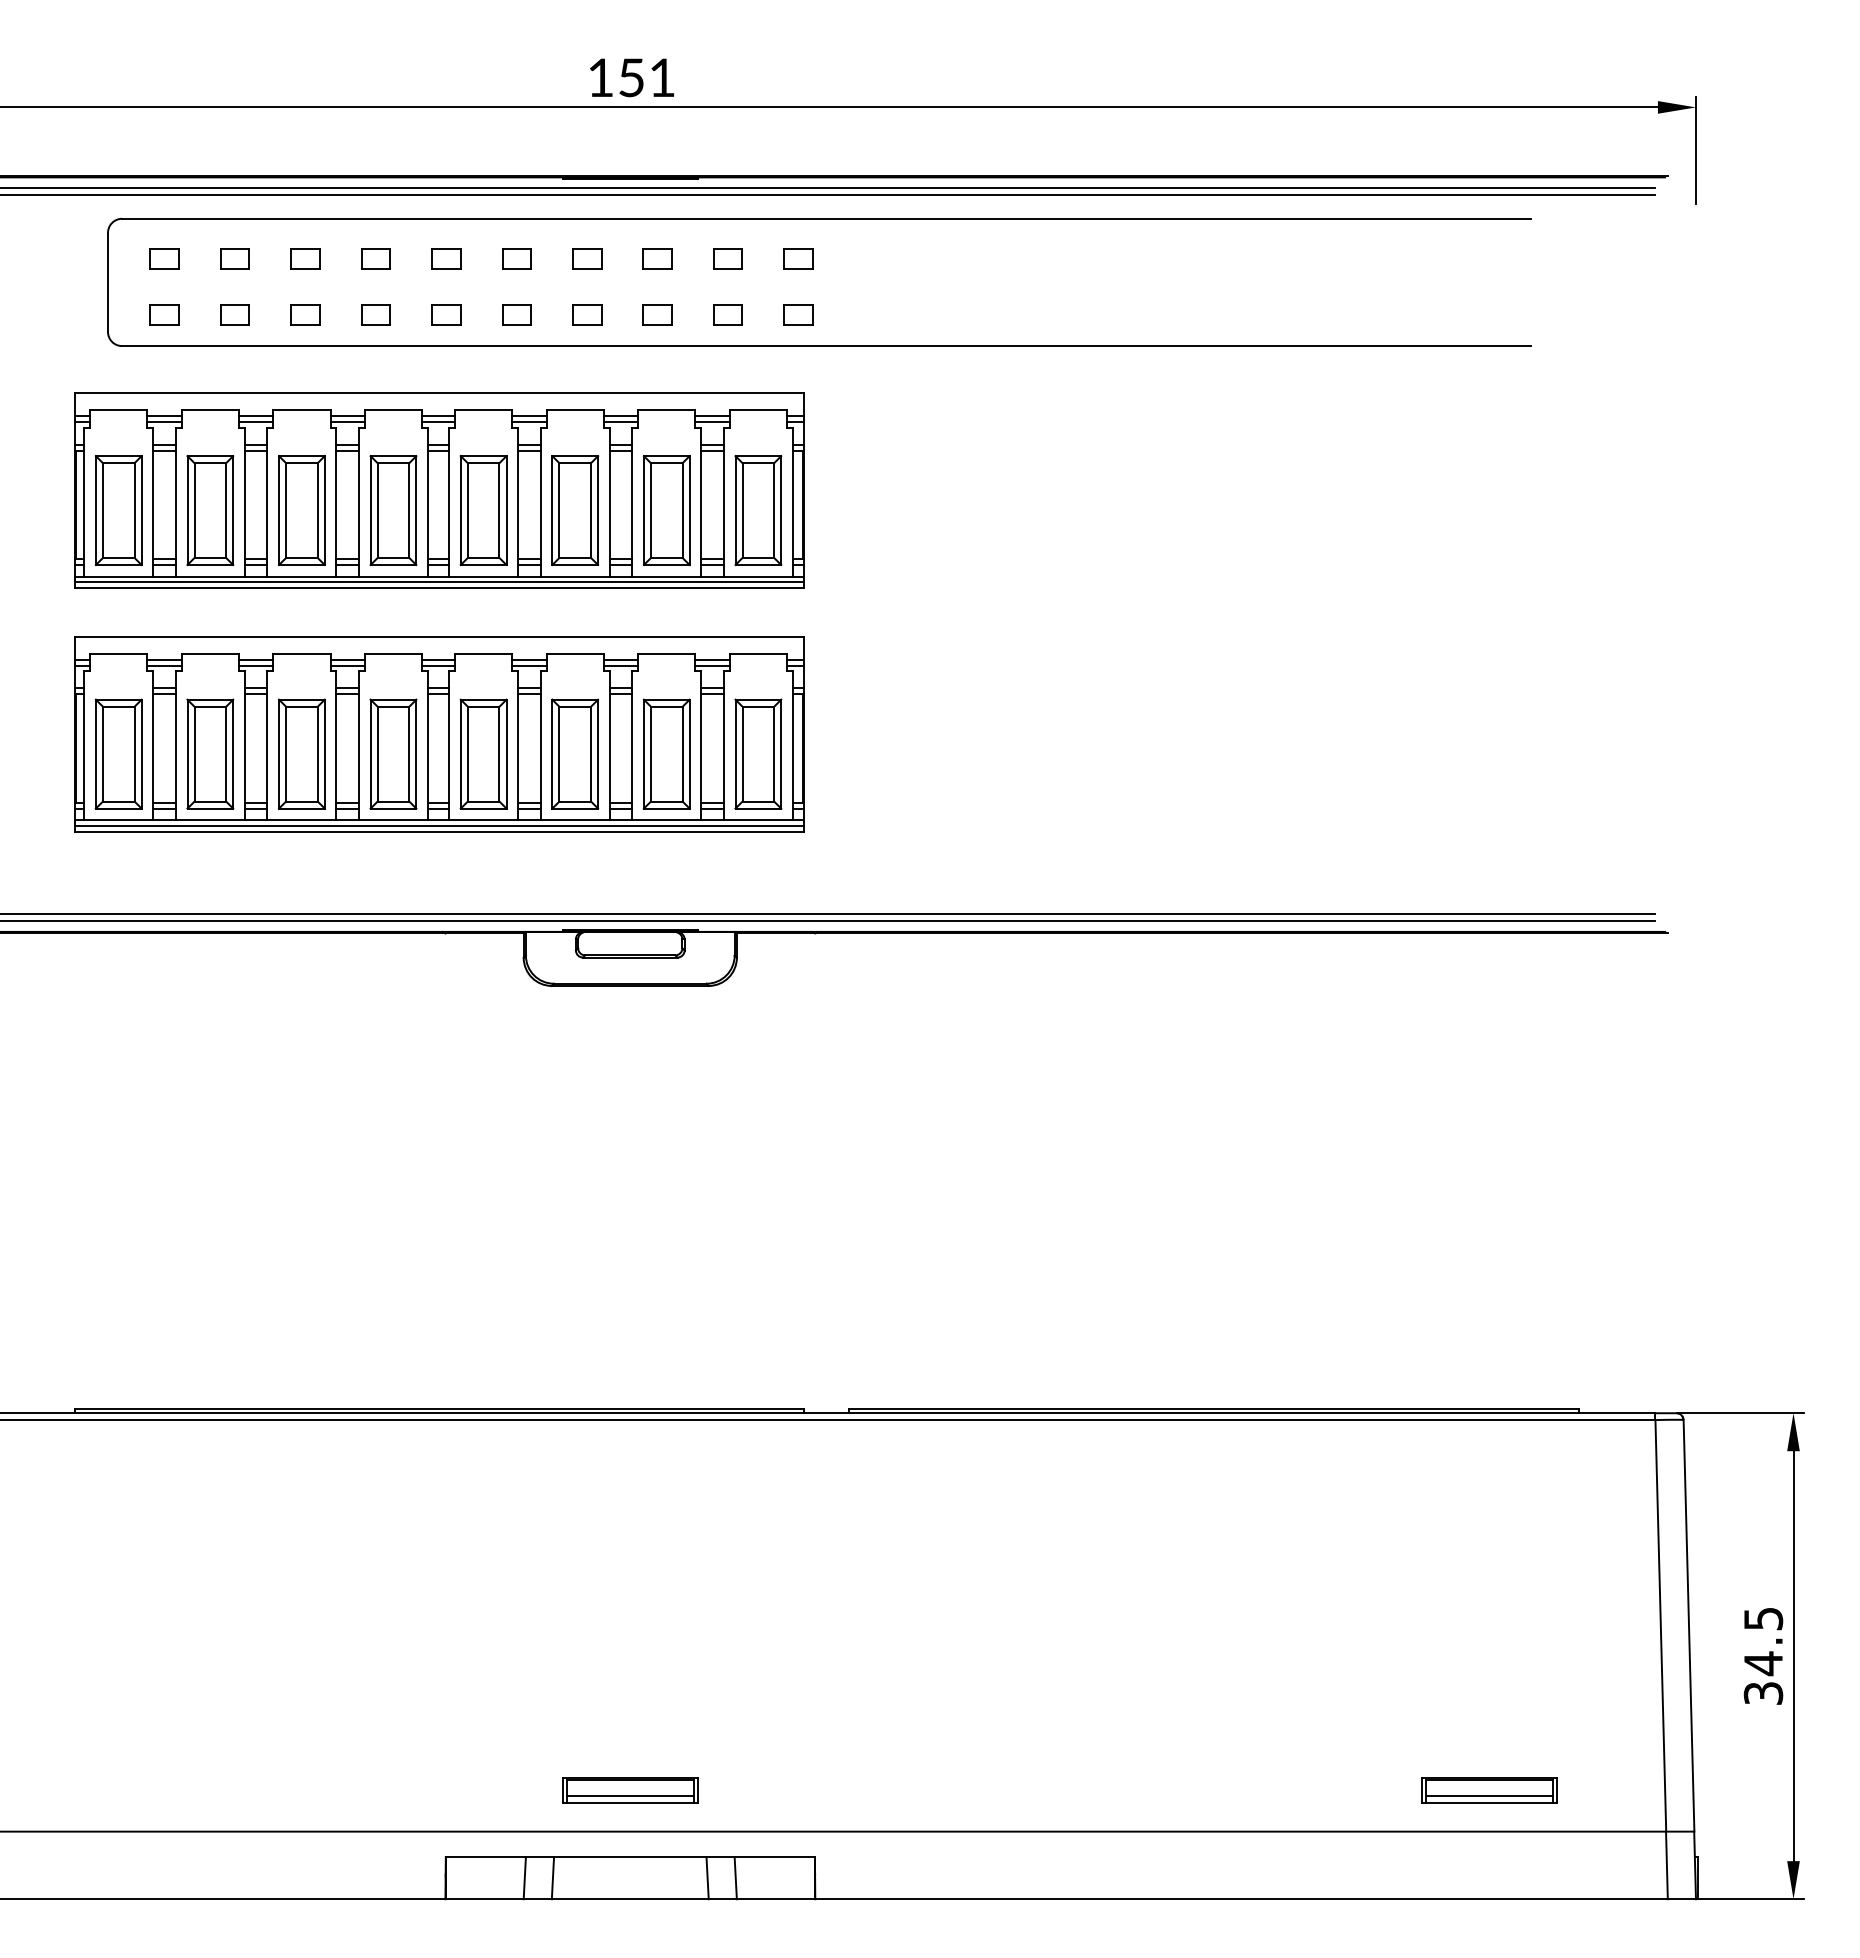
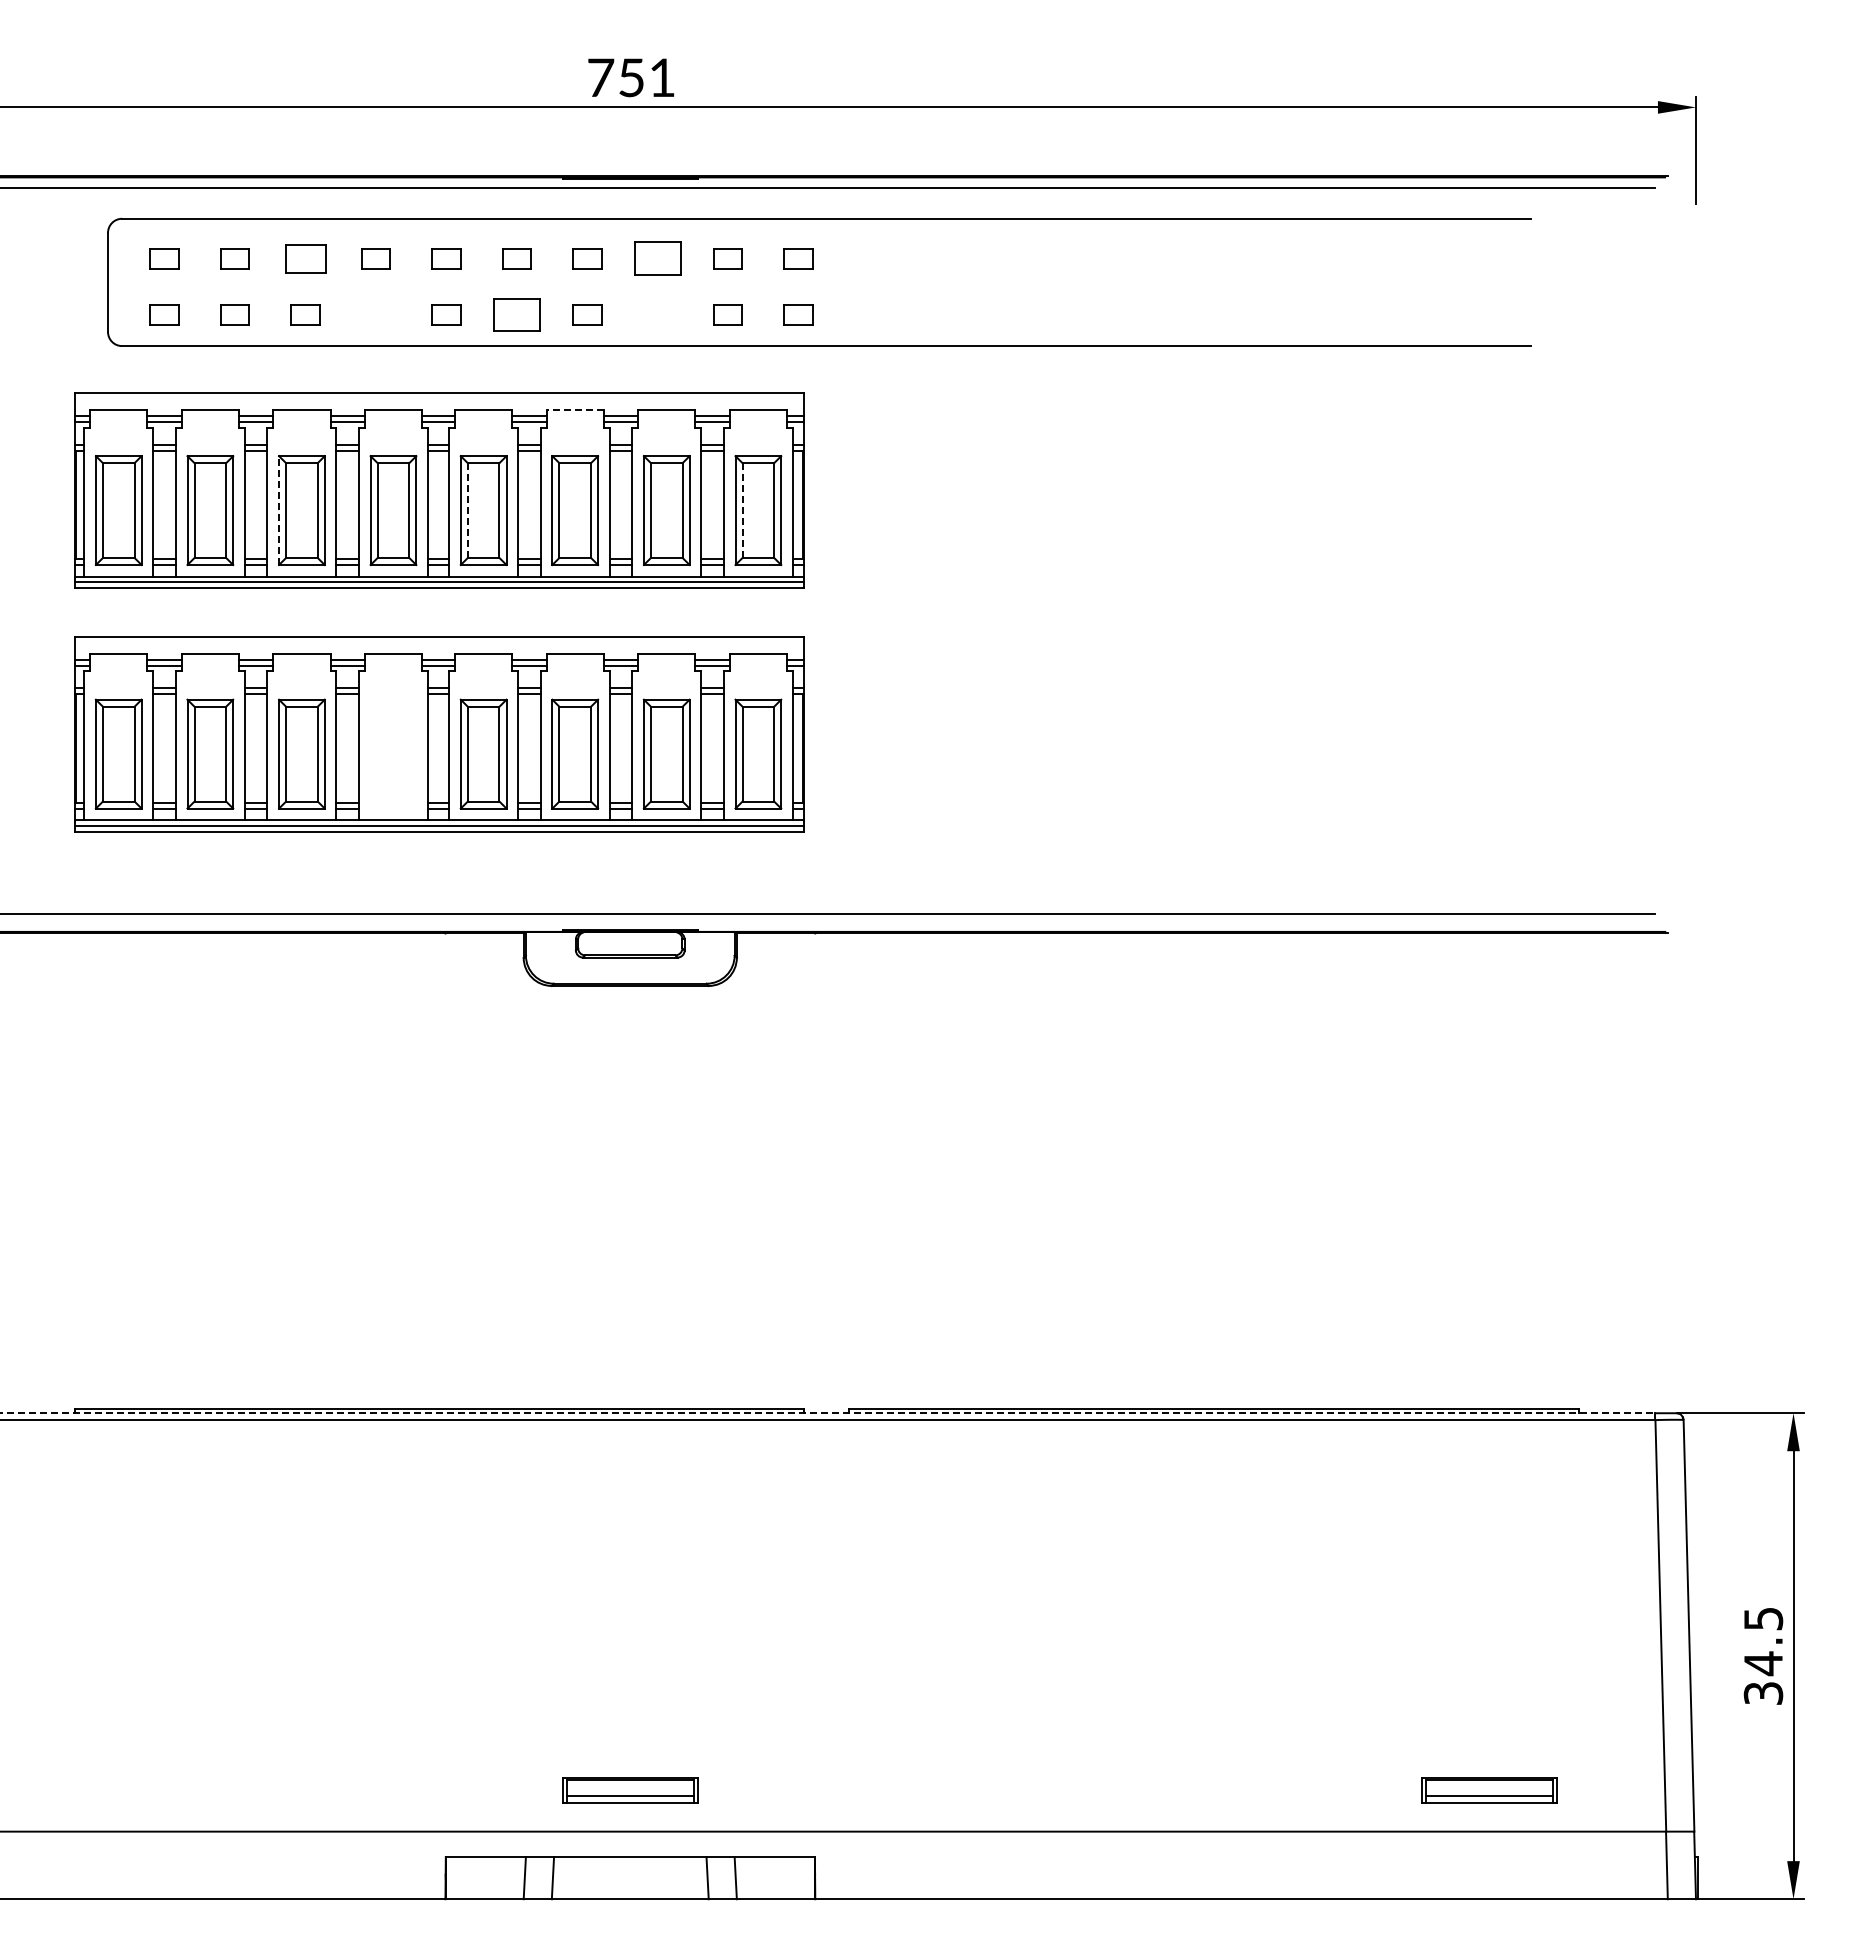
text at (601, 77): 151 -> 751
line at (828, 195): present -> none
part at (305, 258) size: 31x22 px -> 42x30 px
part at (657, 258) size: 31x22 px -> 48x35 px
part at (375, 314): present -> none
part at (516, 314) size: 30x22 px -> 48x34 px
part at (657, 314): present -> none
line at (575, 410): solid -> dashed
line at (279, 510): solid -> dashed
line at (467, 511): solid -> dashed
line at (742, 511): solid -> dashed
part at (393, 753): present -> none
line at (828, 921): present -> none
line at (827, 1413): solid -> dashed
